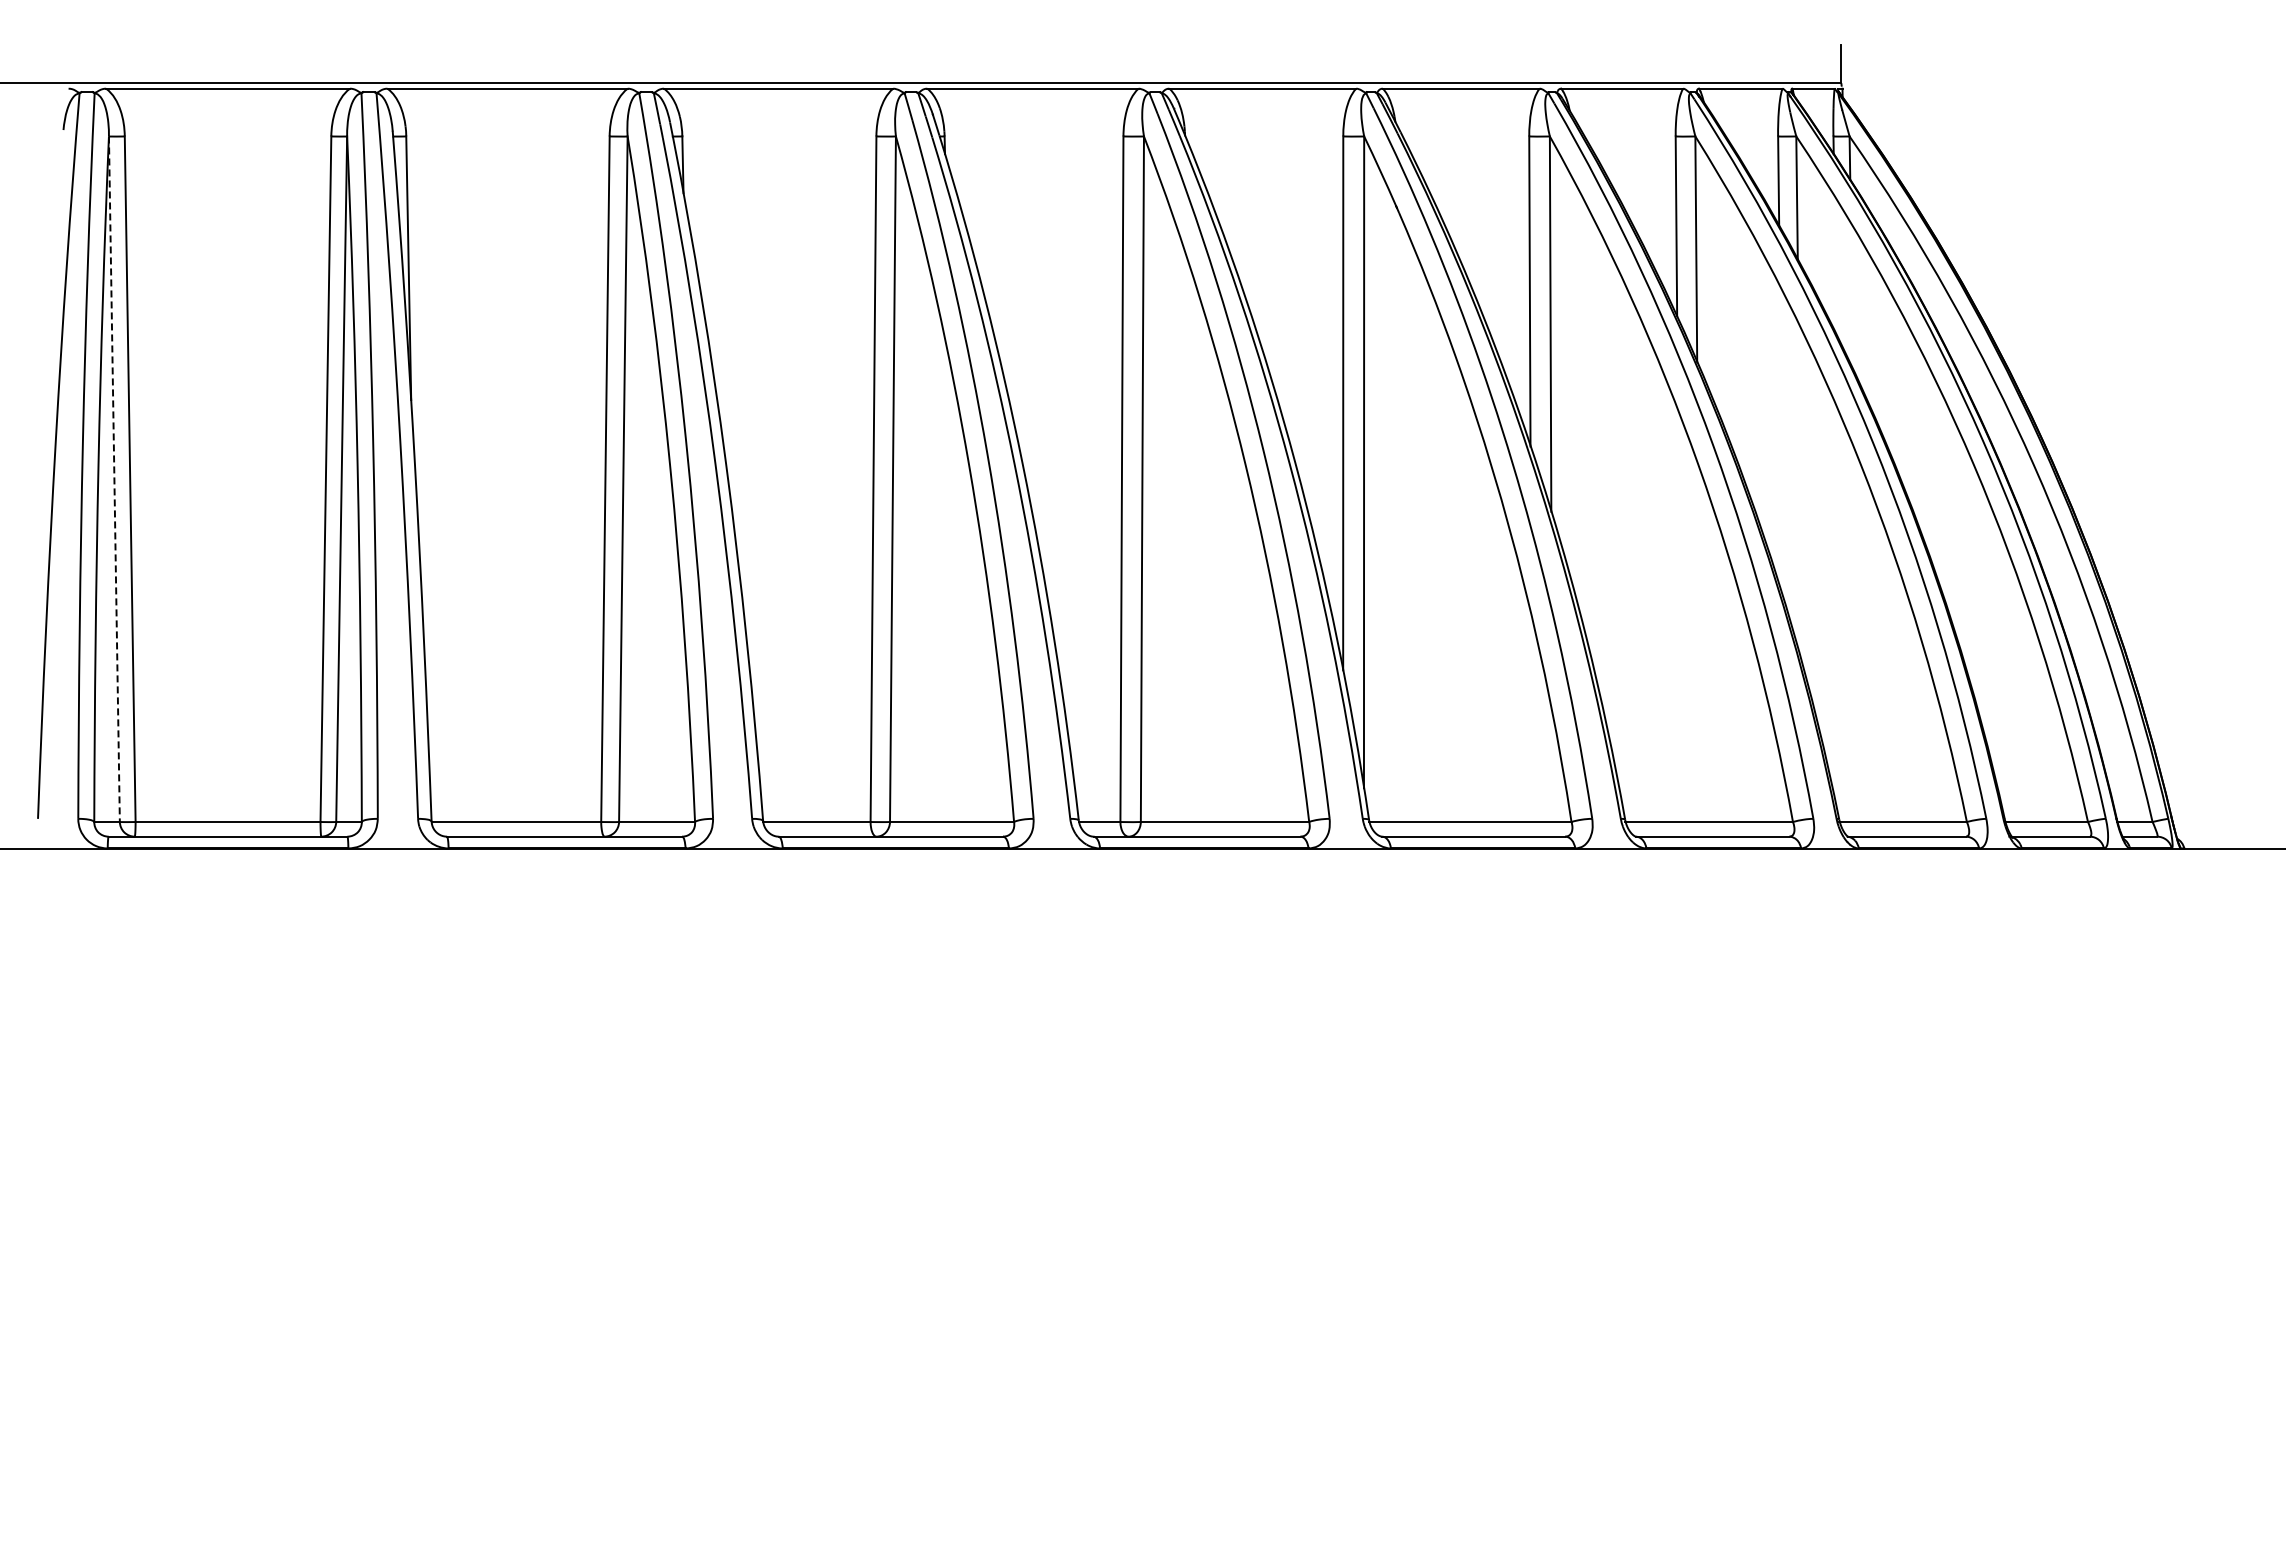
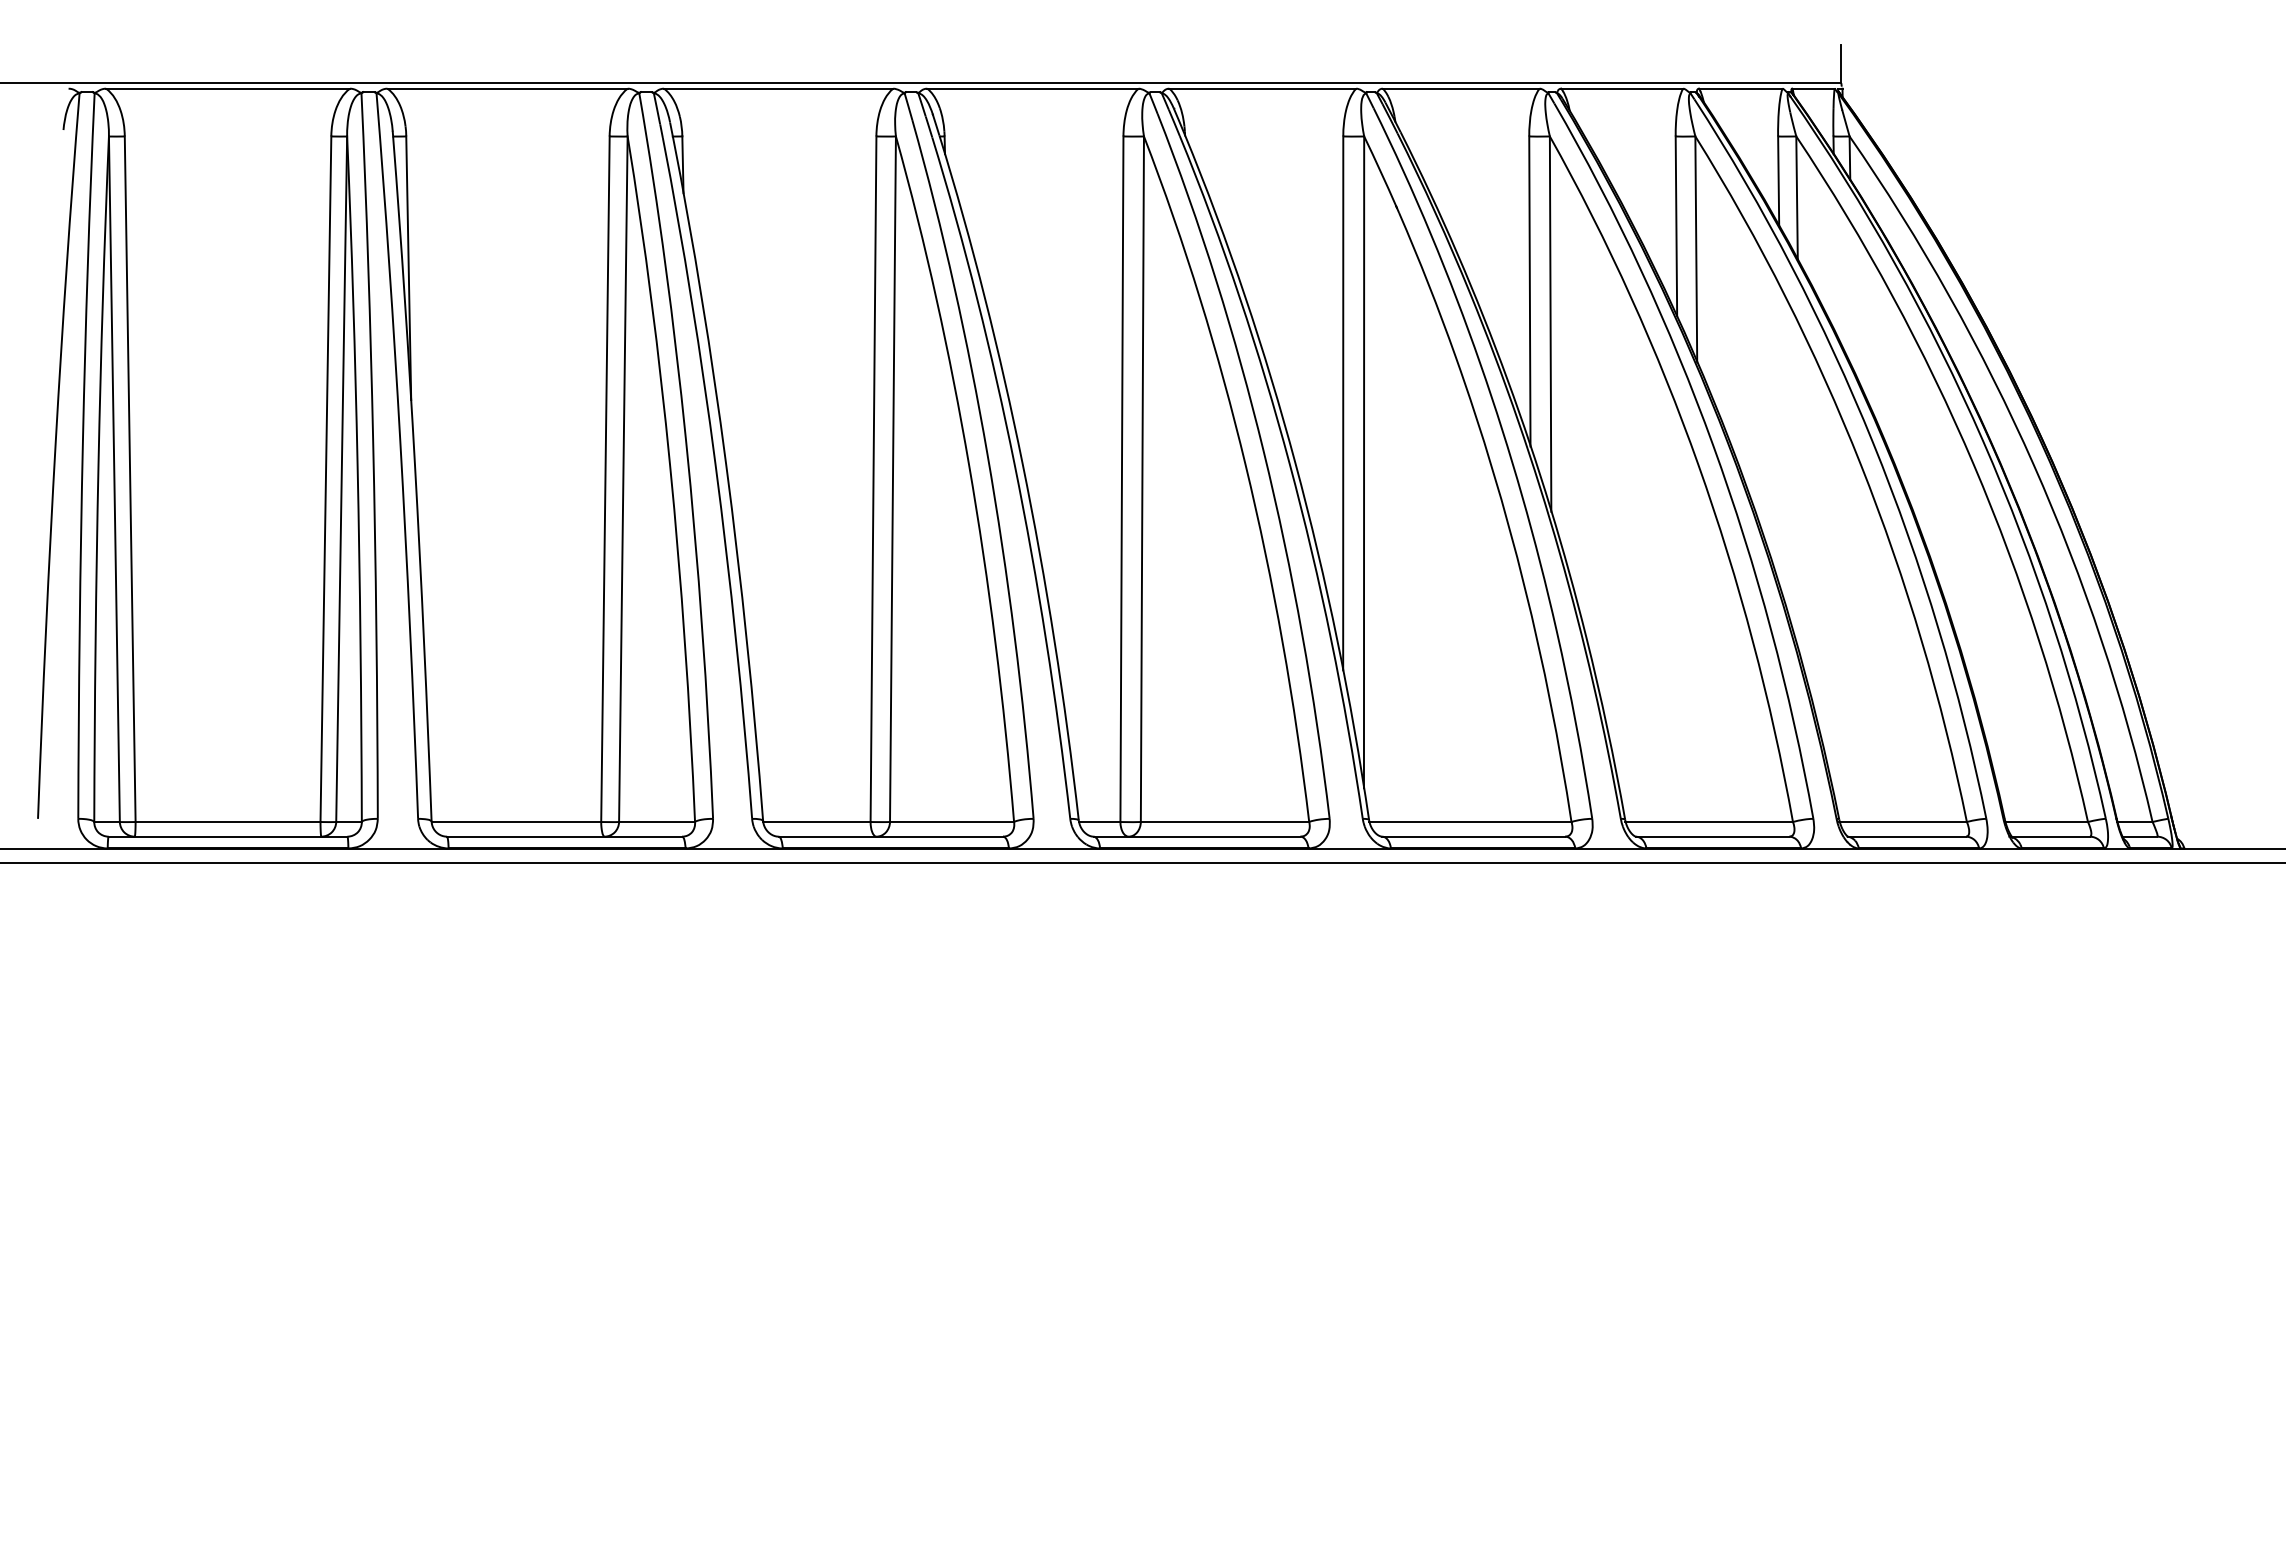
line at (114, 479): dashed -> solid
line at (1142, 863): none -> present
